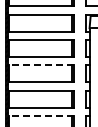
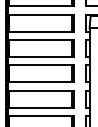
line at (41, 65): dashed -> solid
line at (41, 116): dashed -> solid
